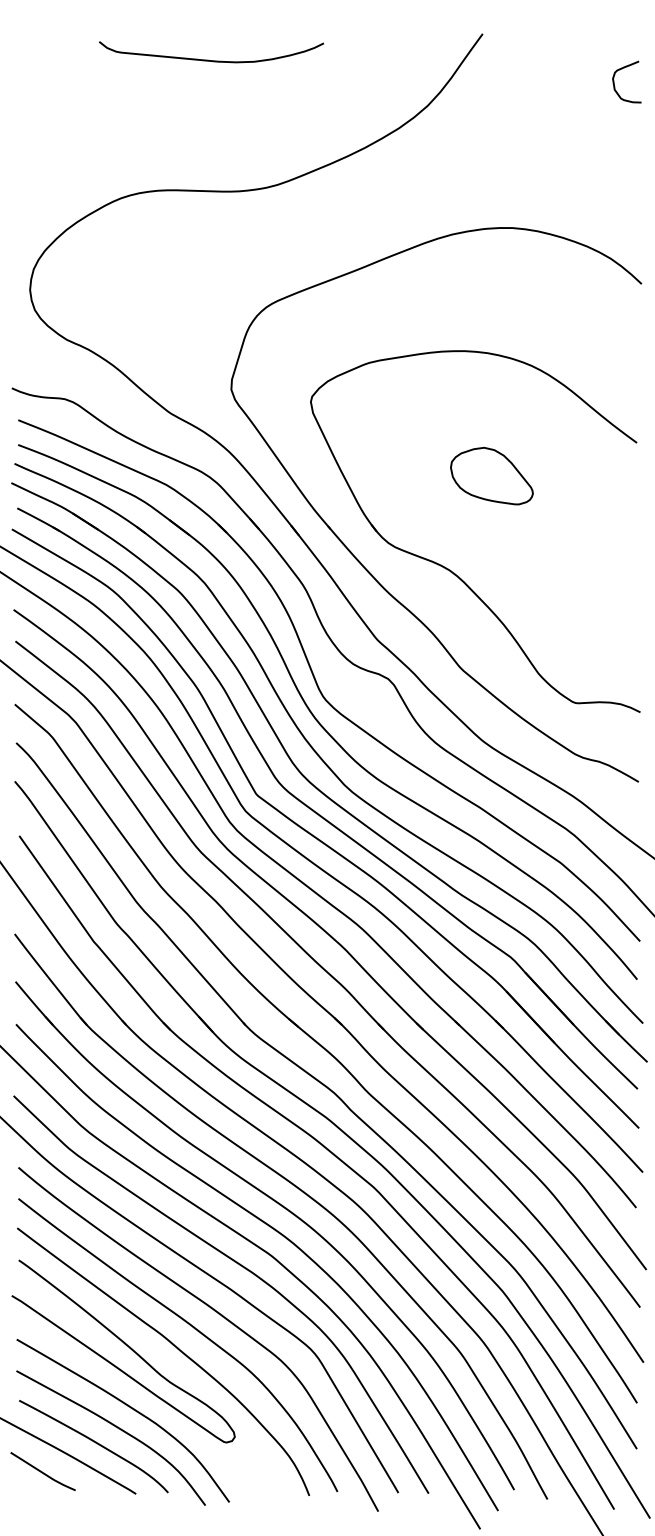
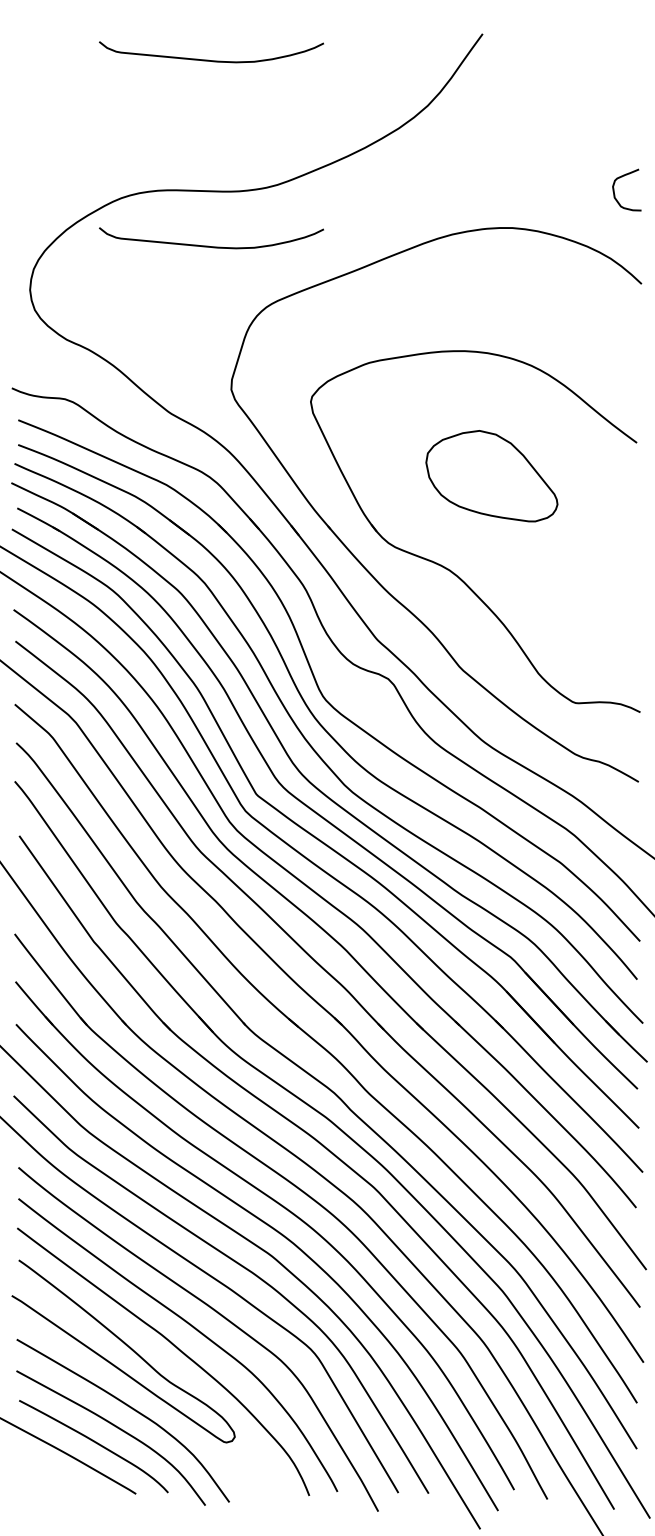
curve at (614, 81) position: (614, 81) -> (614, 189)
curve at (208, 245): none -> present
part at (491, 475) size: 84x60 px -> 134x93 px
curve at (42, 1471): present -> none
